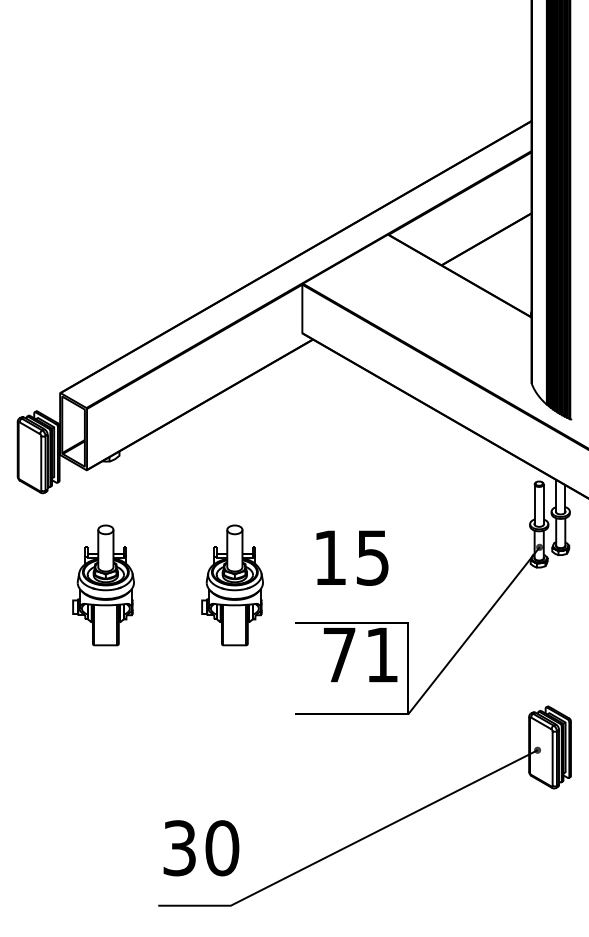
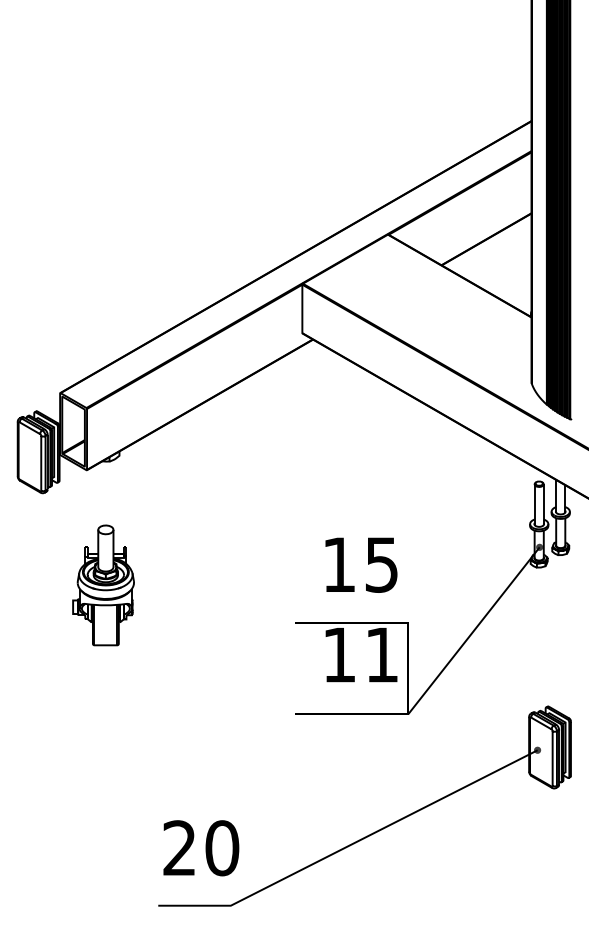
text at (352, 557) position: (352, 557) -> (361, 564)
part at (232, 585): present -> none
text at (339, 654): 71 -> 11
text at (179, 848): 30 -> 20
